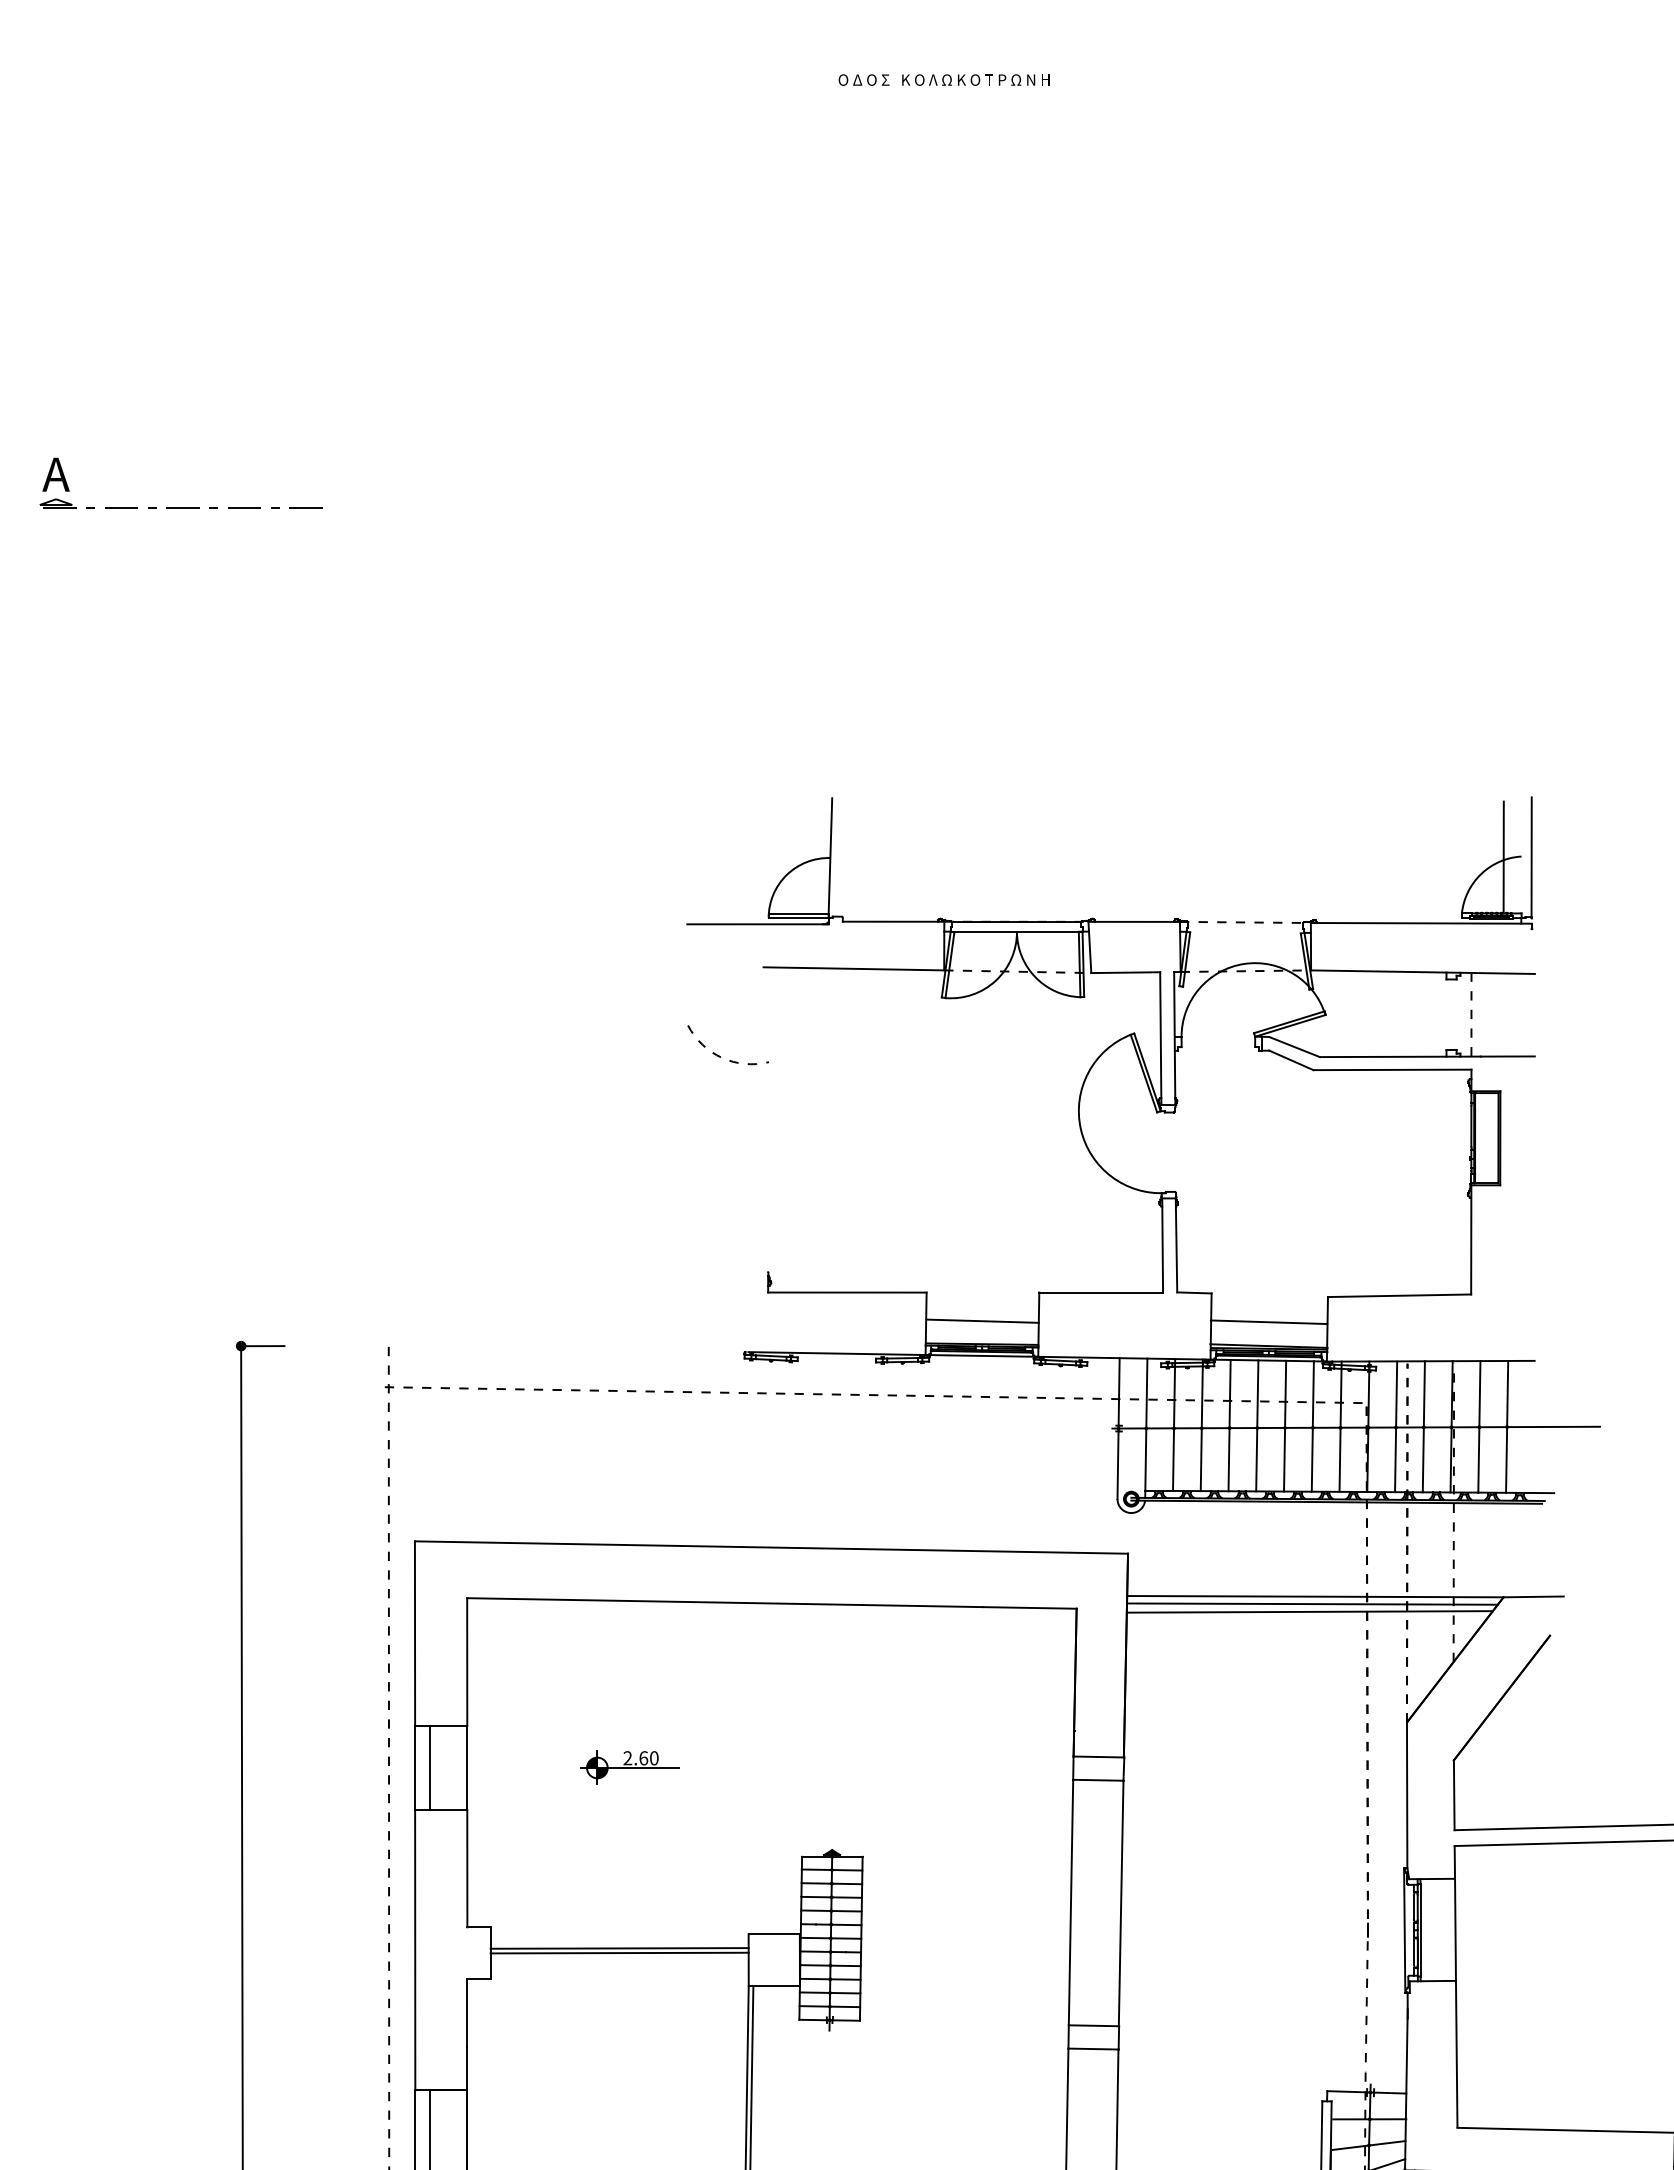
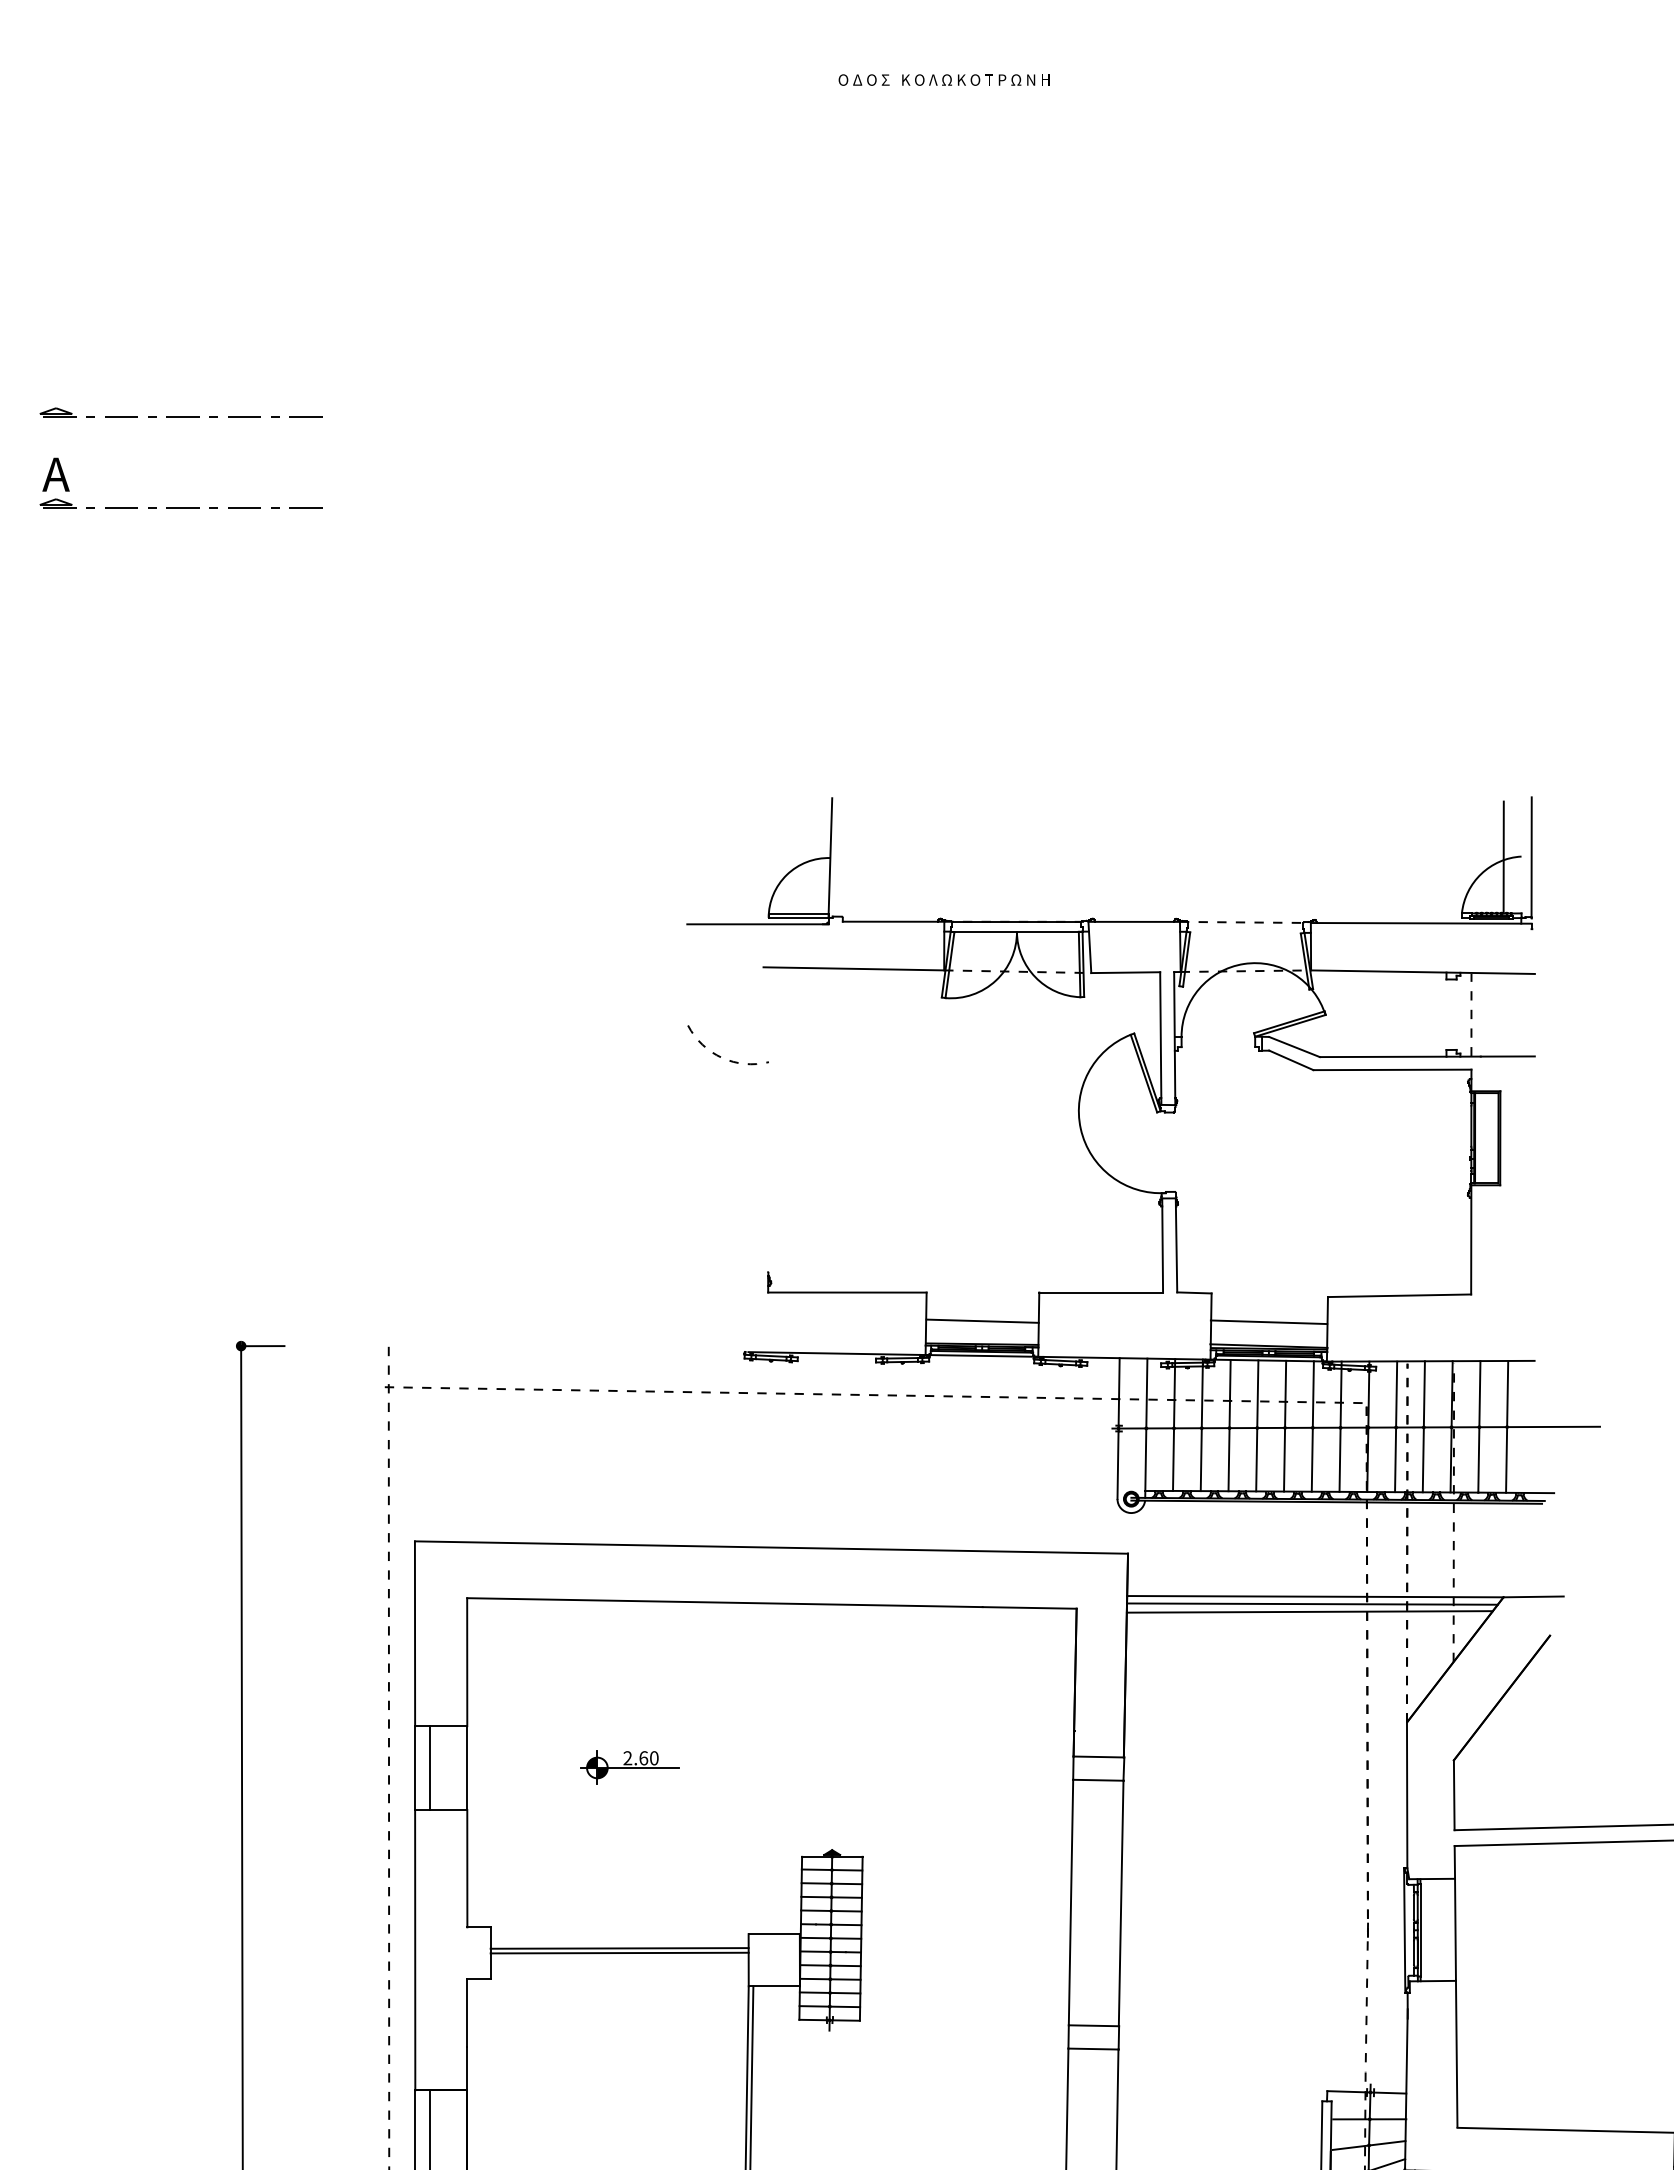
part at (180, 412): none -> present
